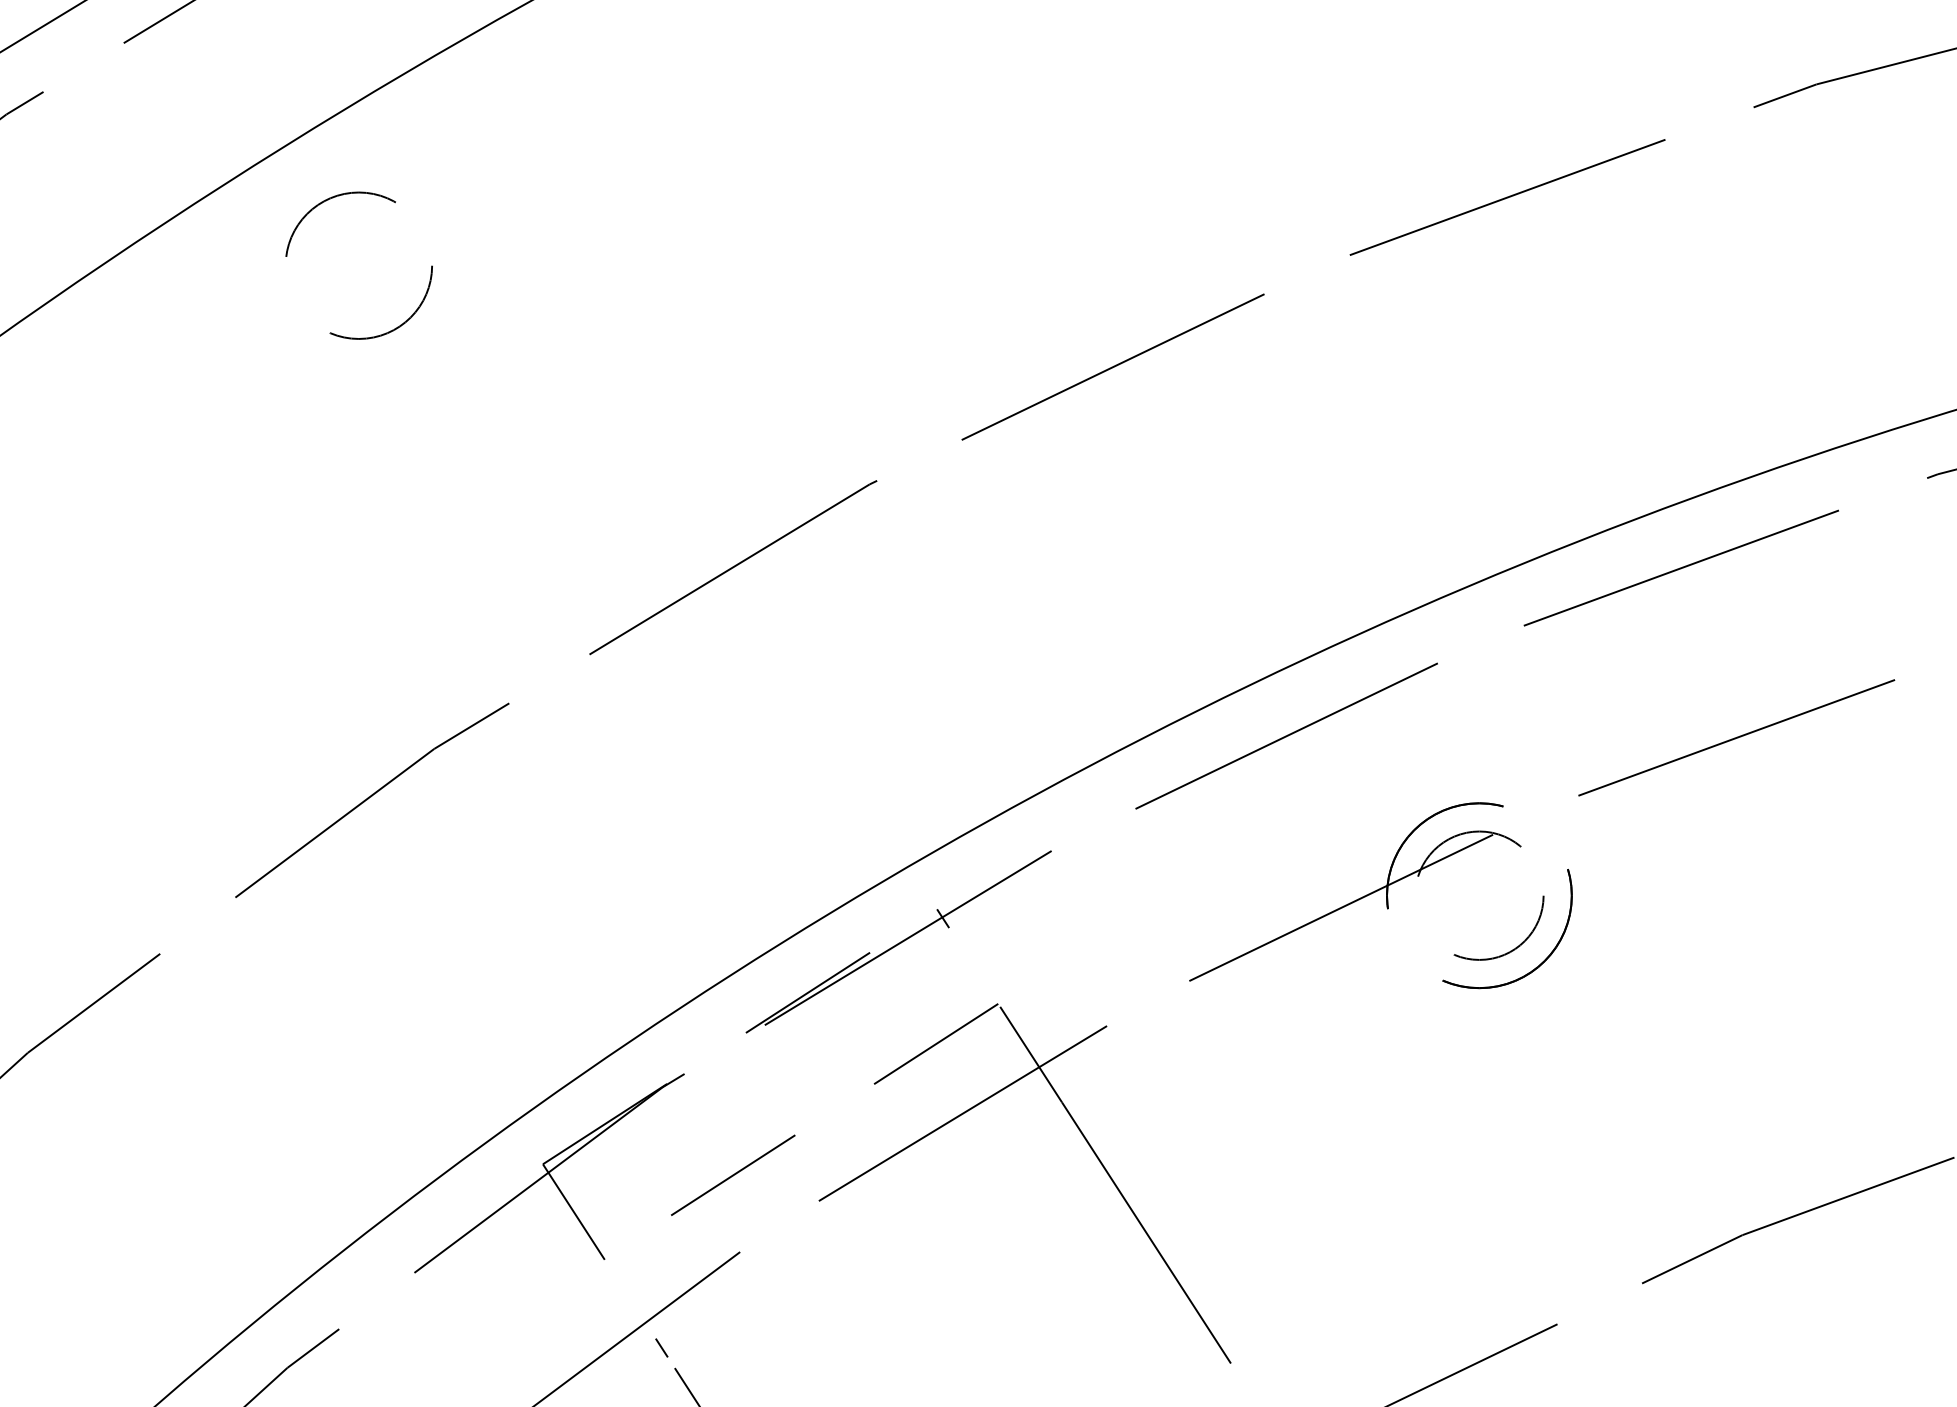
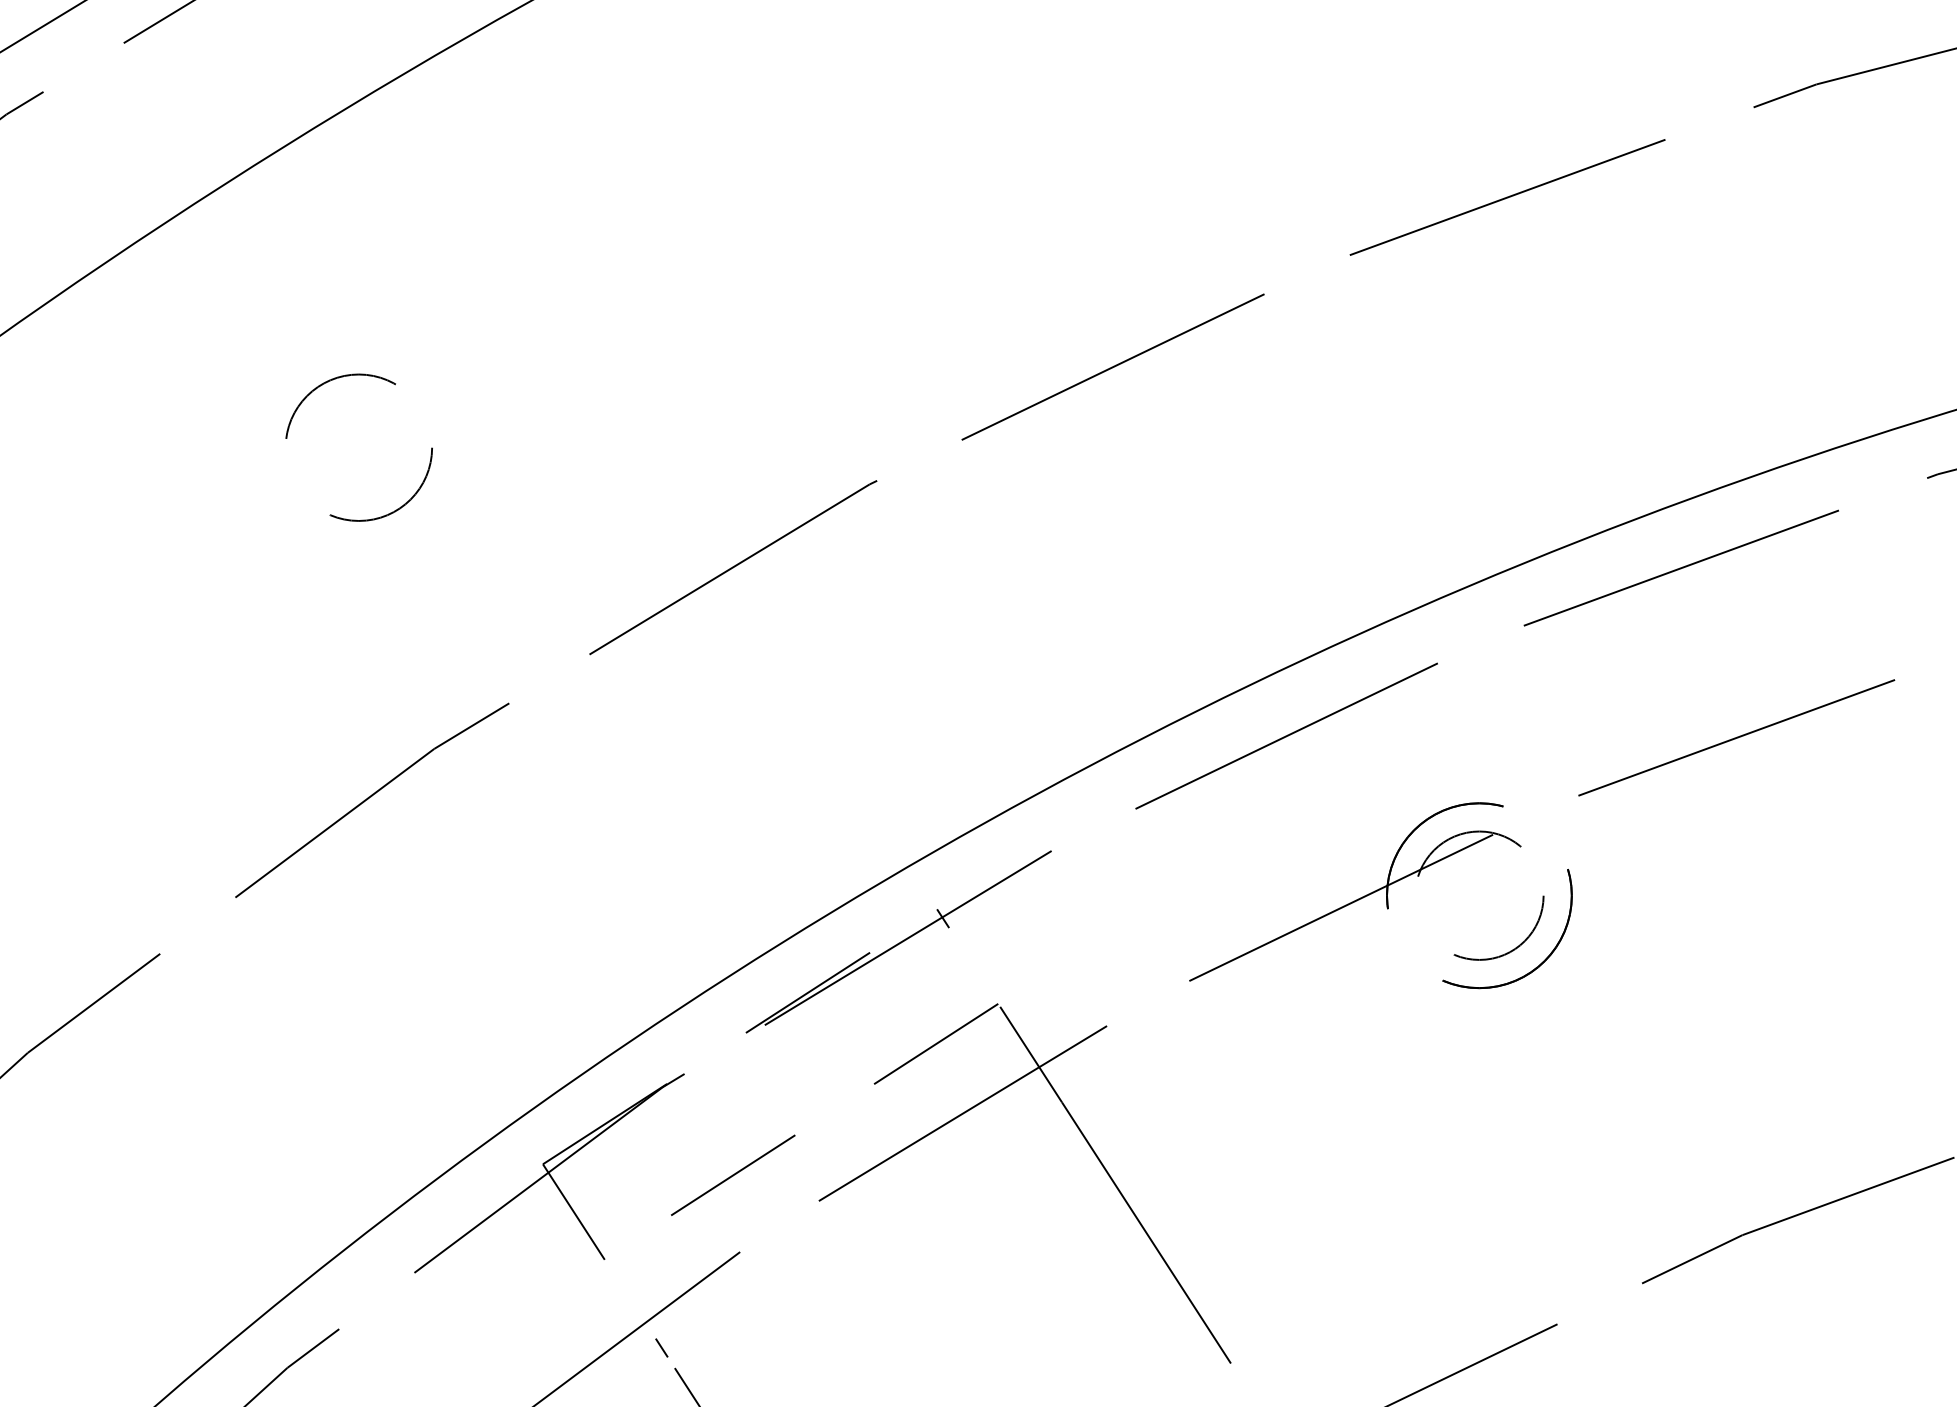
circle at (358, 265) position: (358, 265) -> (358, 447)
